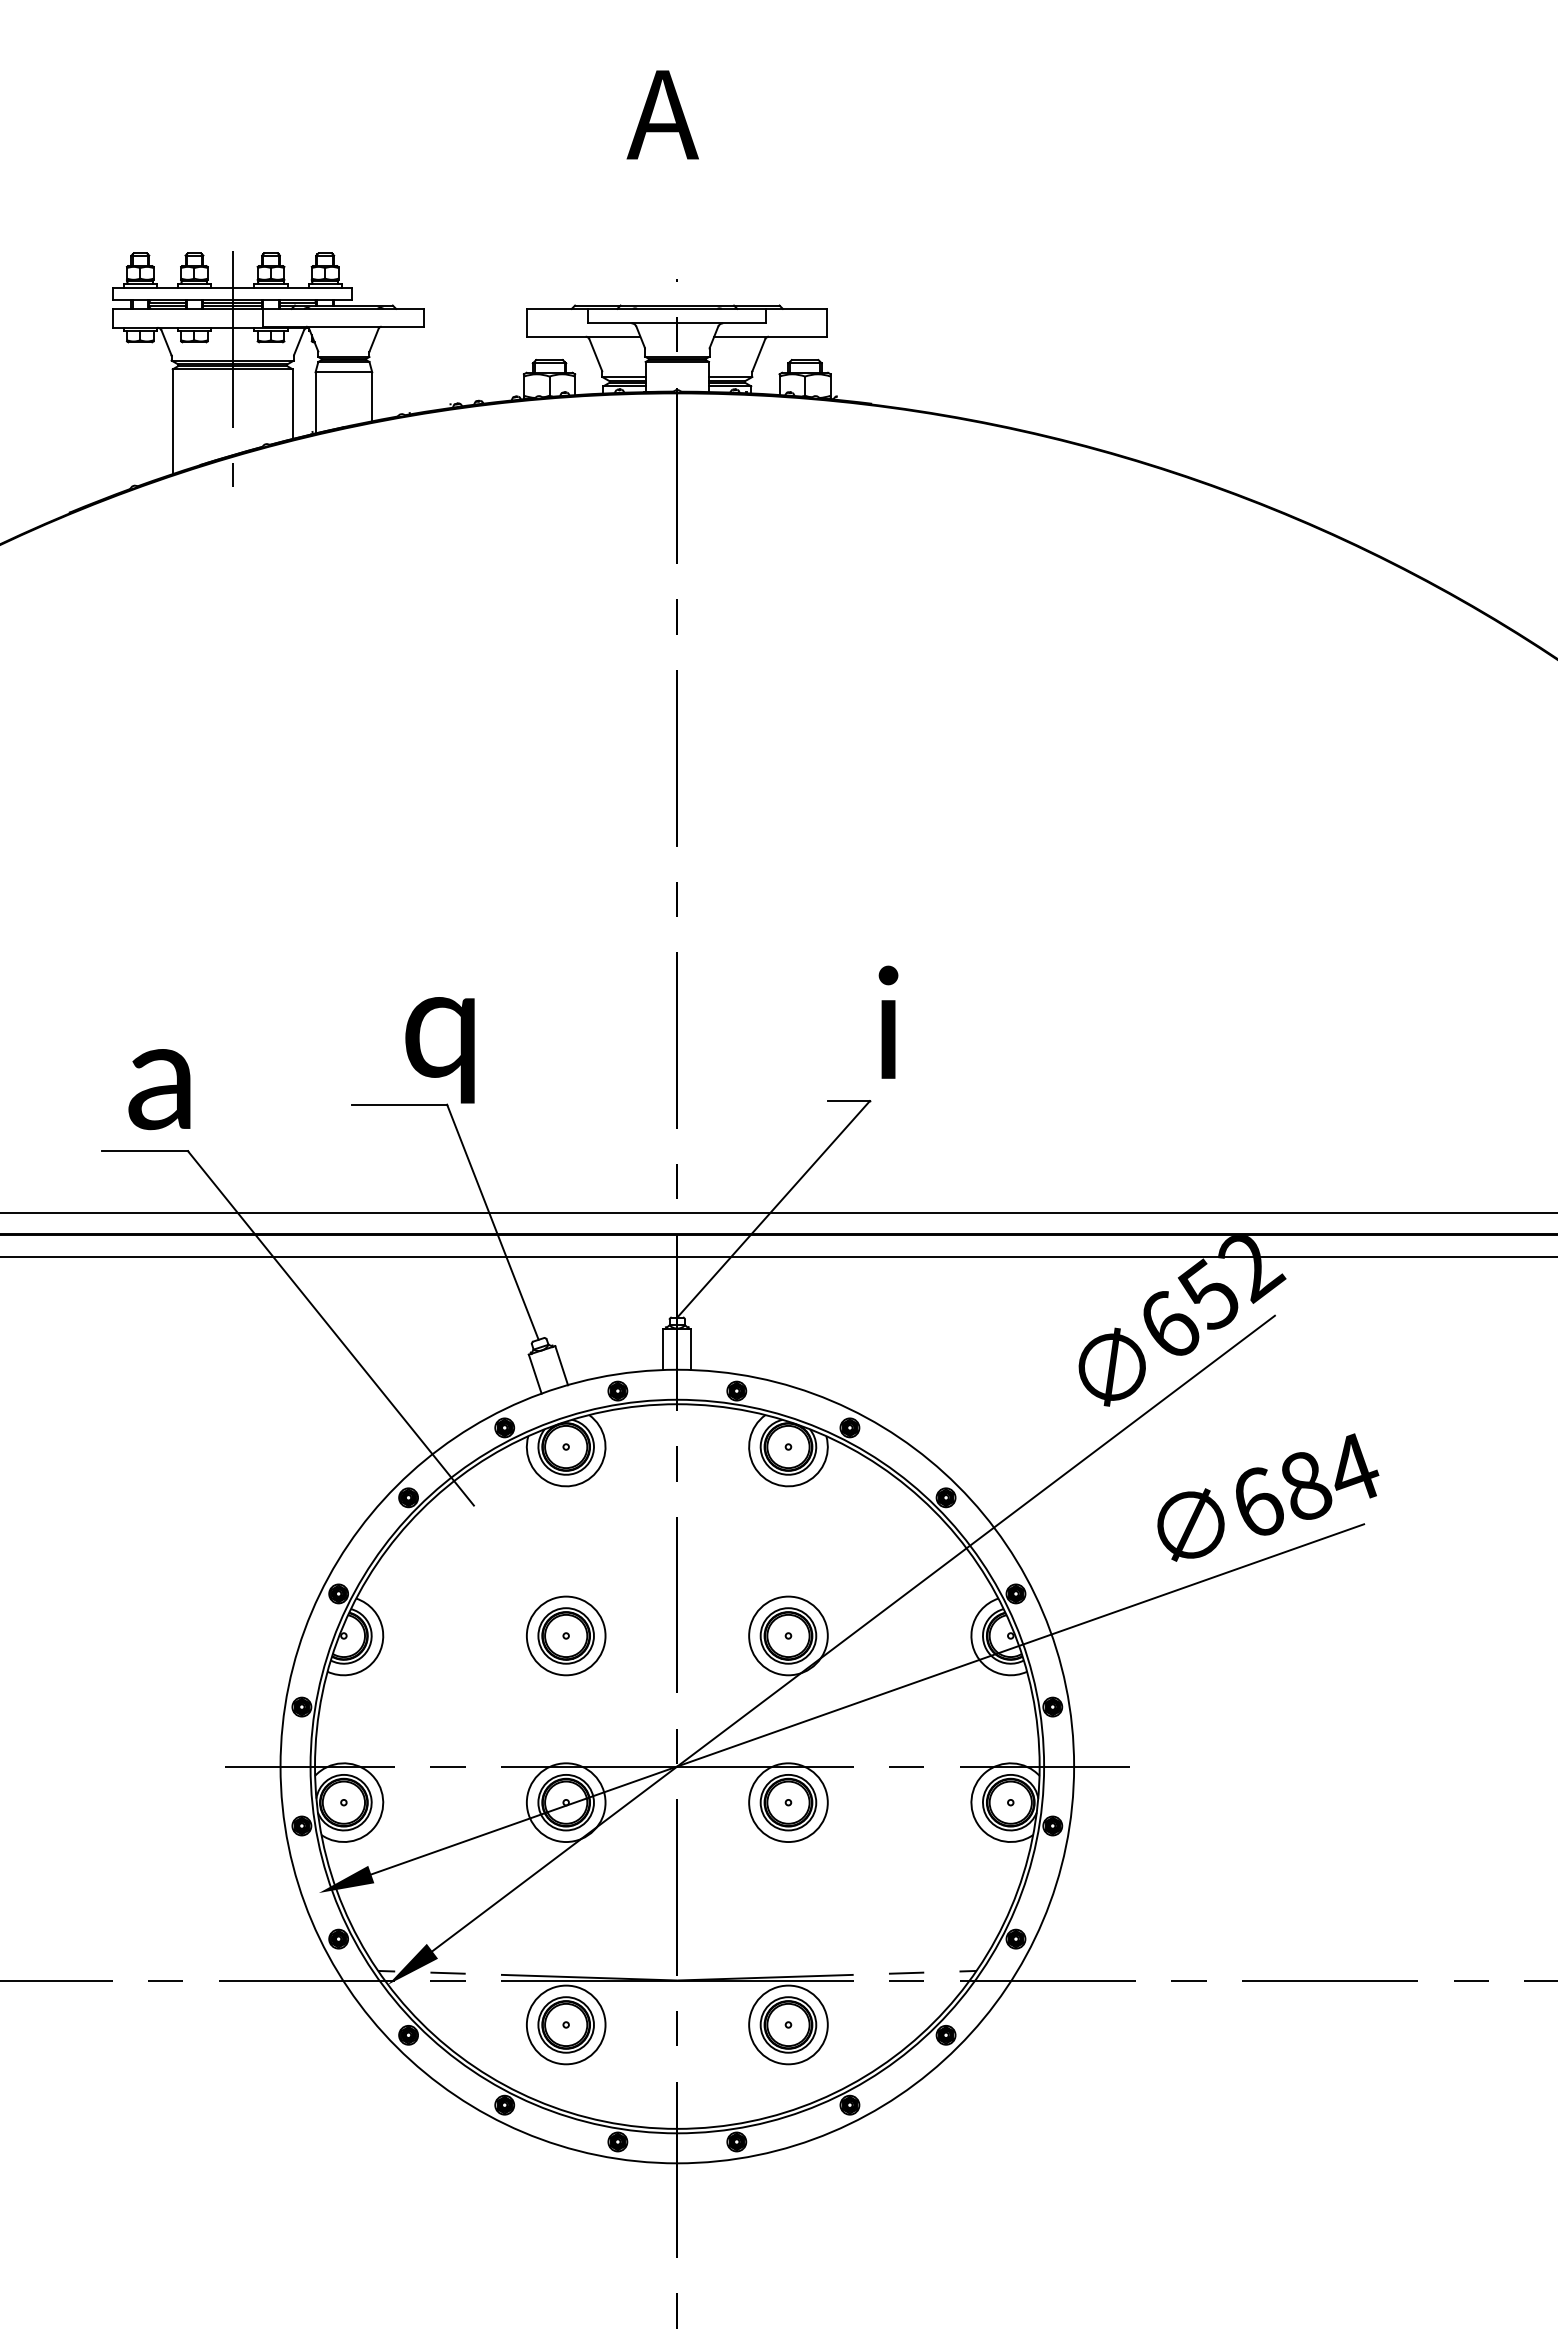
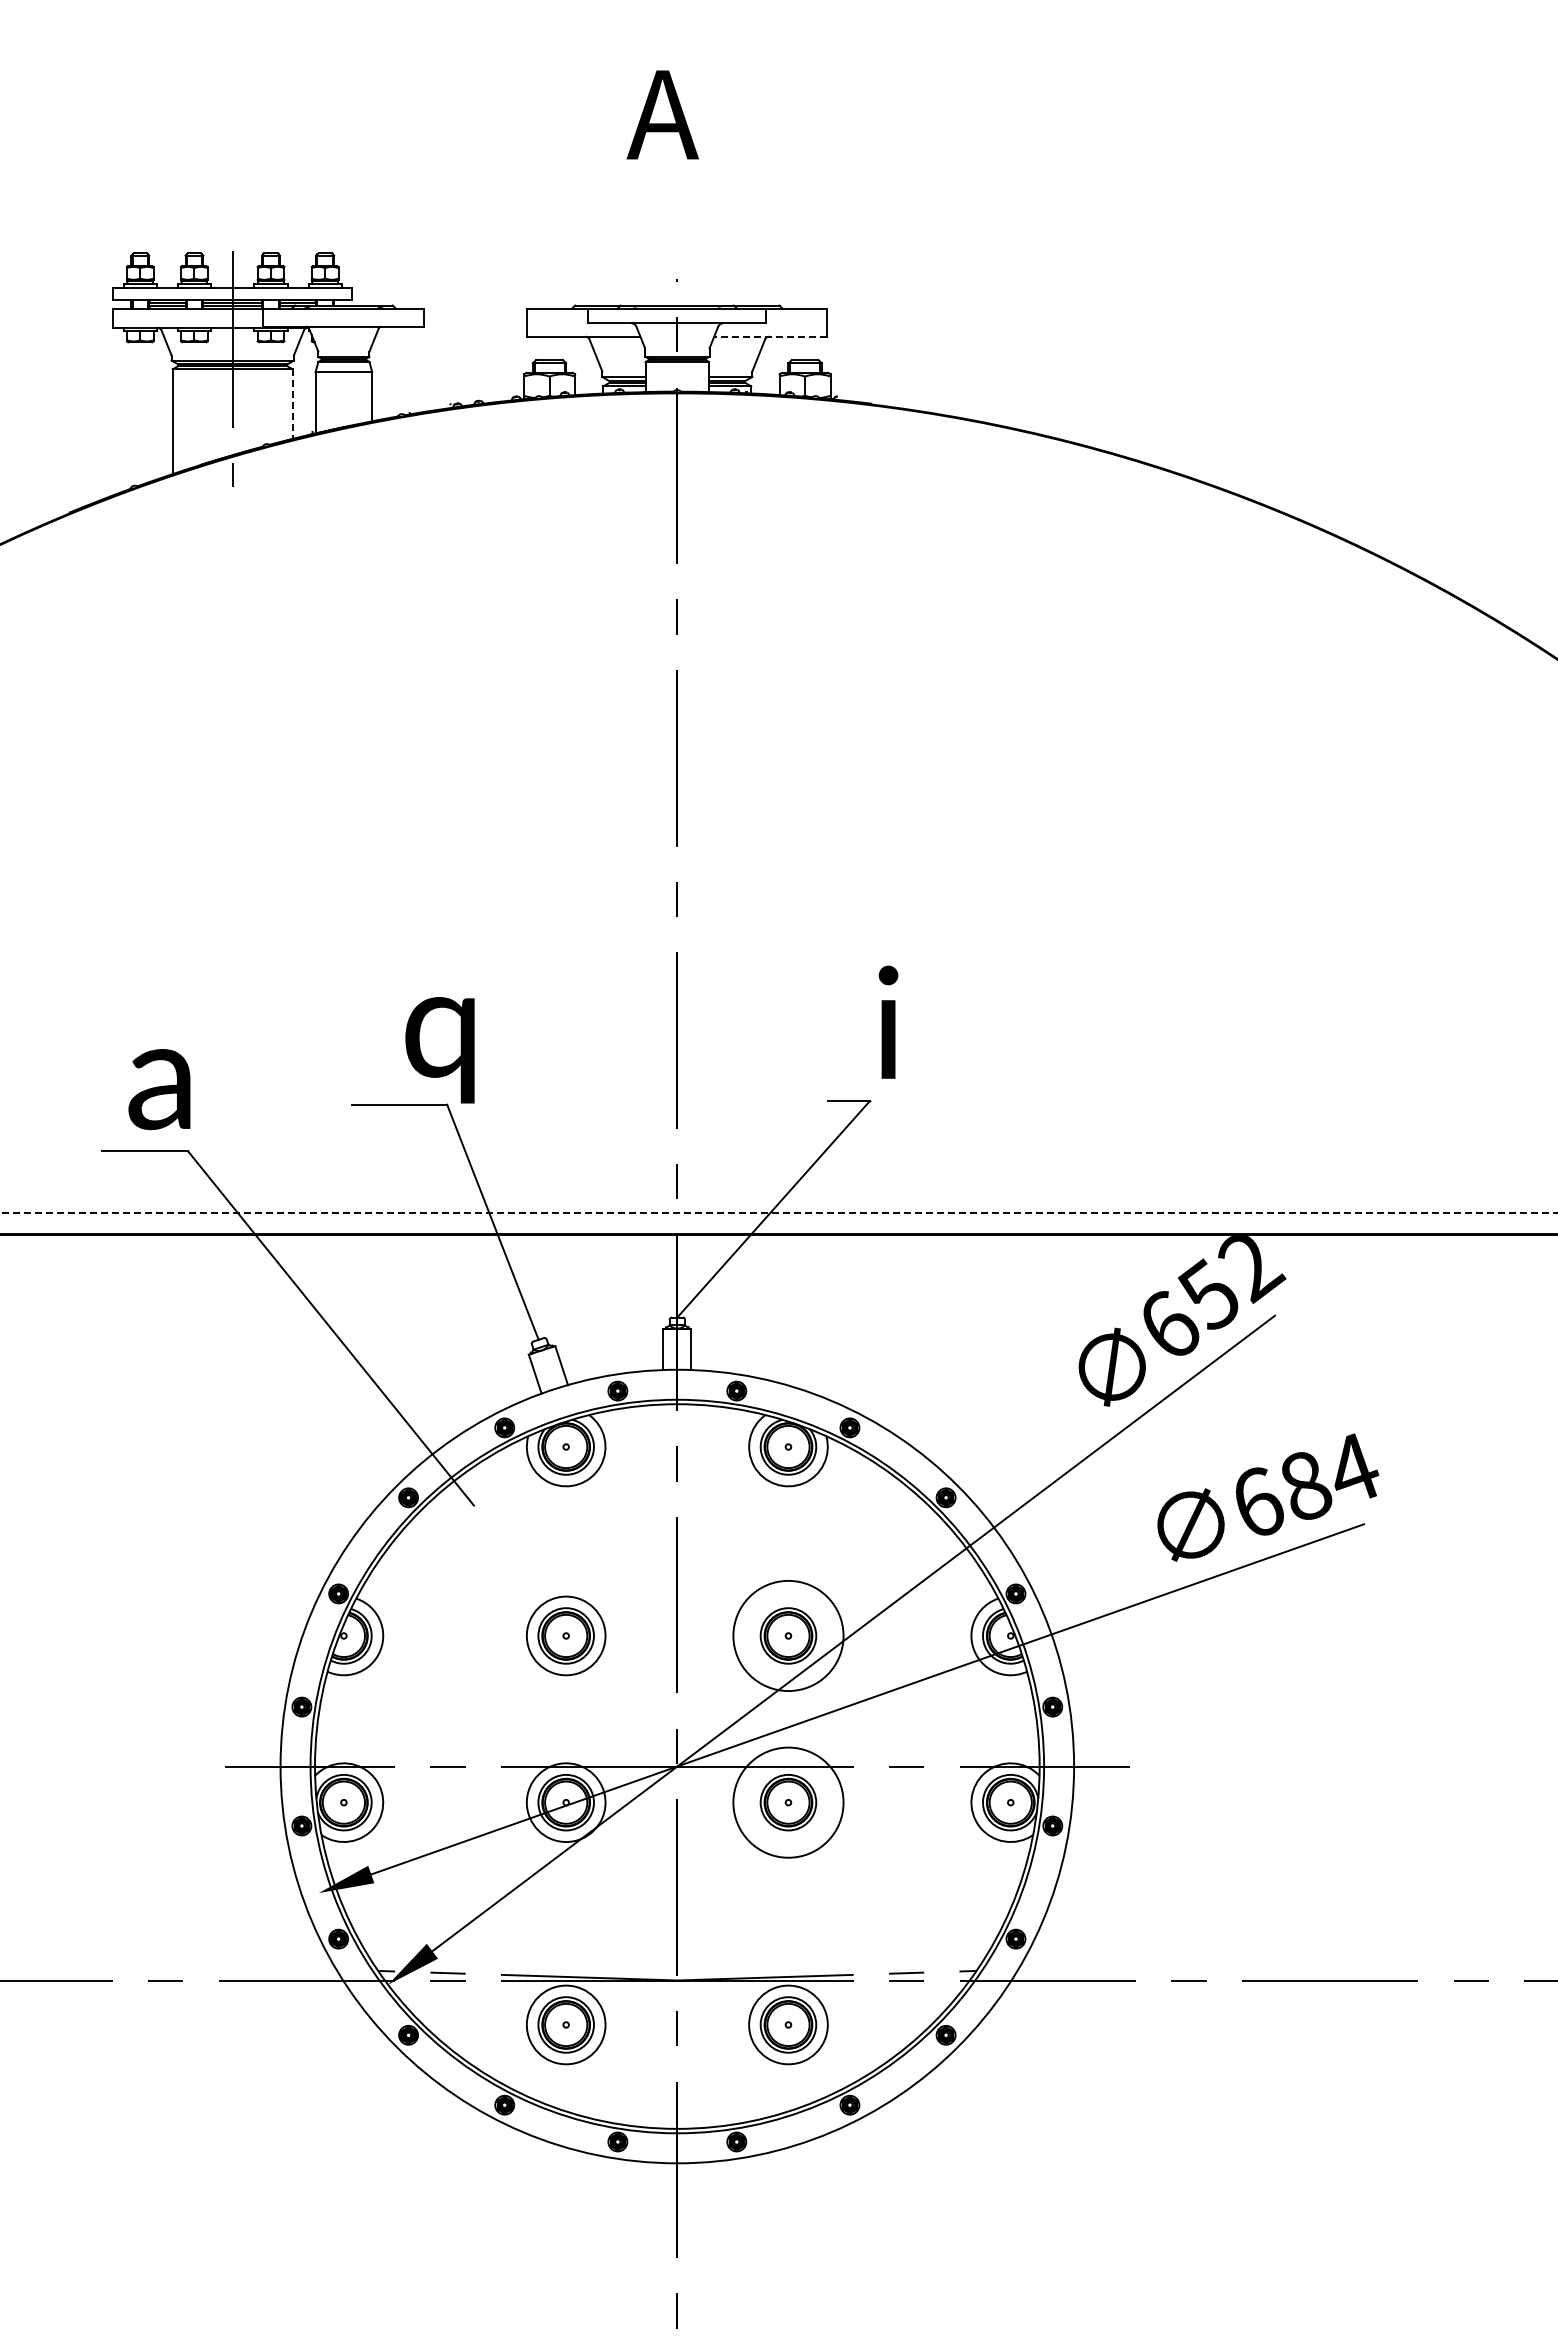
line at (770, 336): solid -> dashed
line at (292, 404): solid -> dashed
line at (778, 1212): solid -> dashed
line at (778, 1256): present -> none
circle at (788, 1635) diameter: 79 px -> 110 px
circle at (788, 1802) diameter: 79 px -> 110 px
